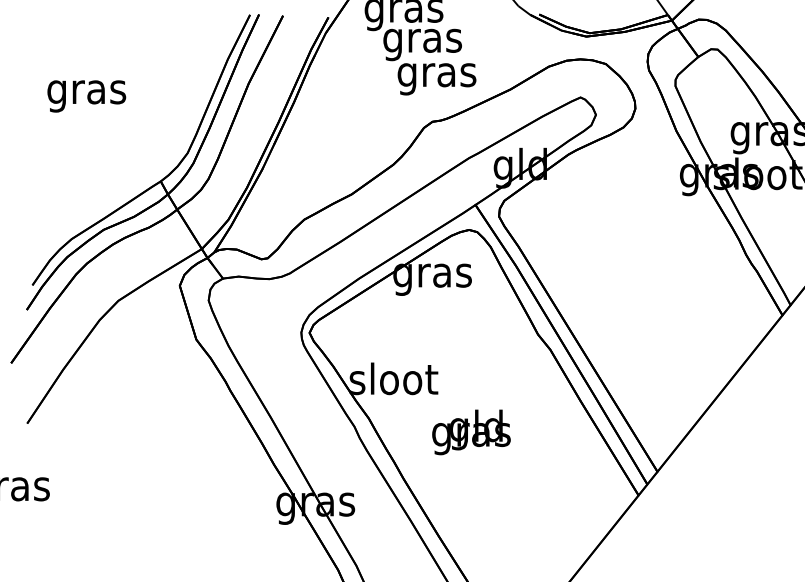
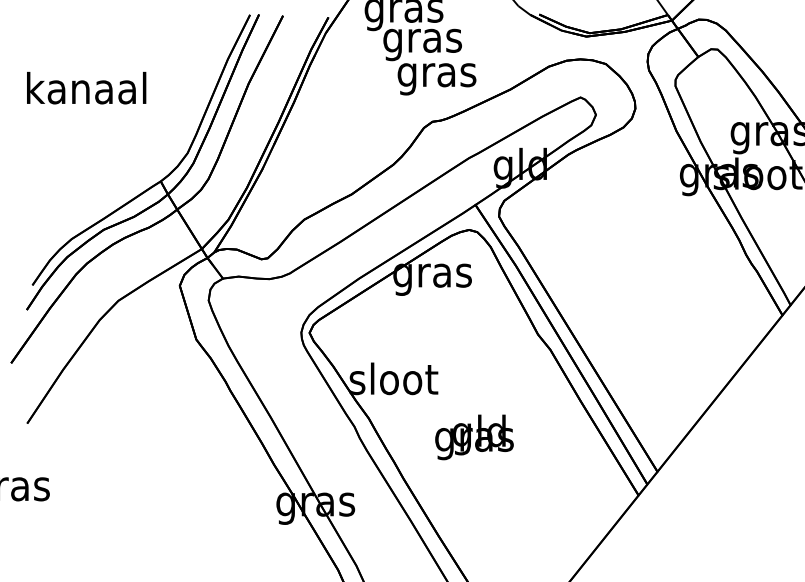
text at (86, 91): gras -> kanaal
text at (471, 432) position: (471, 432) -> (474, 437)
